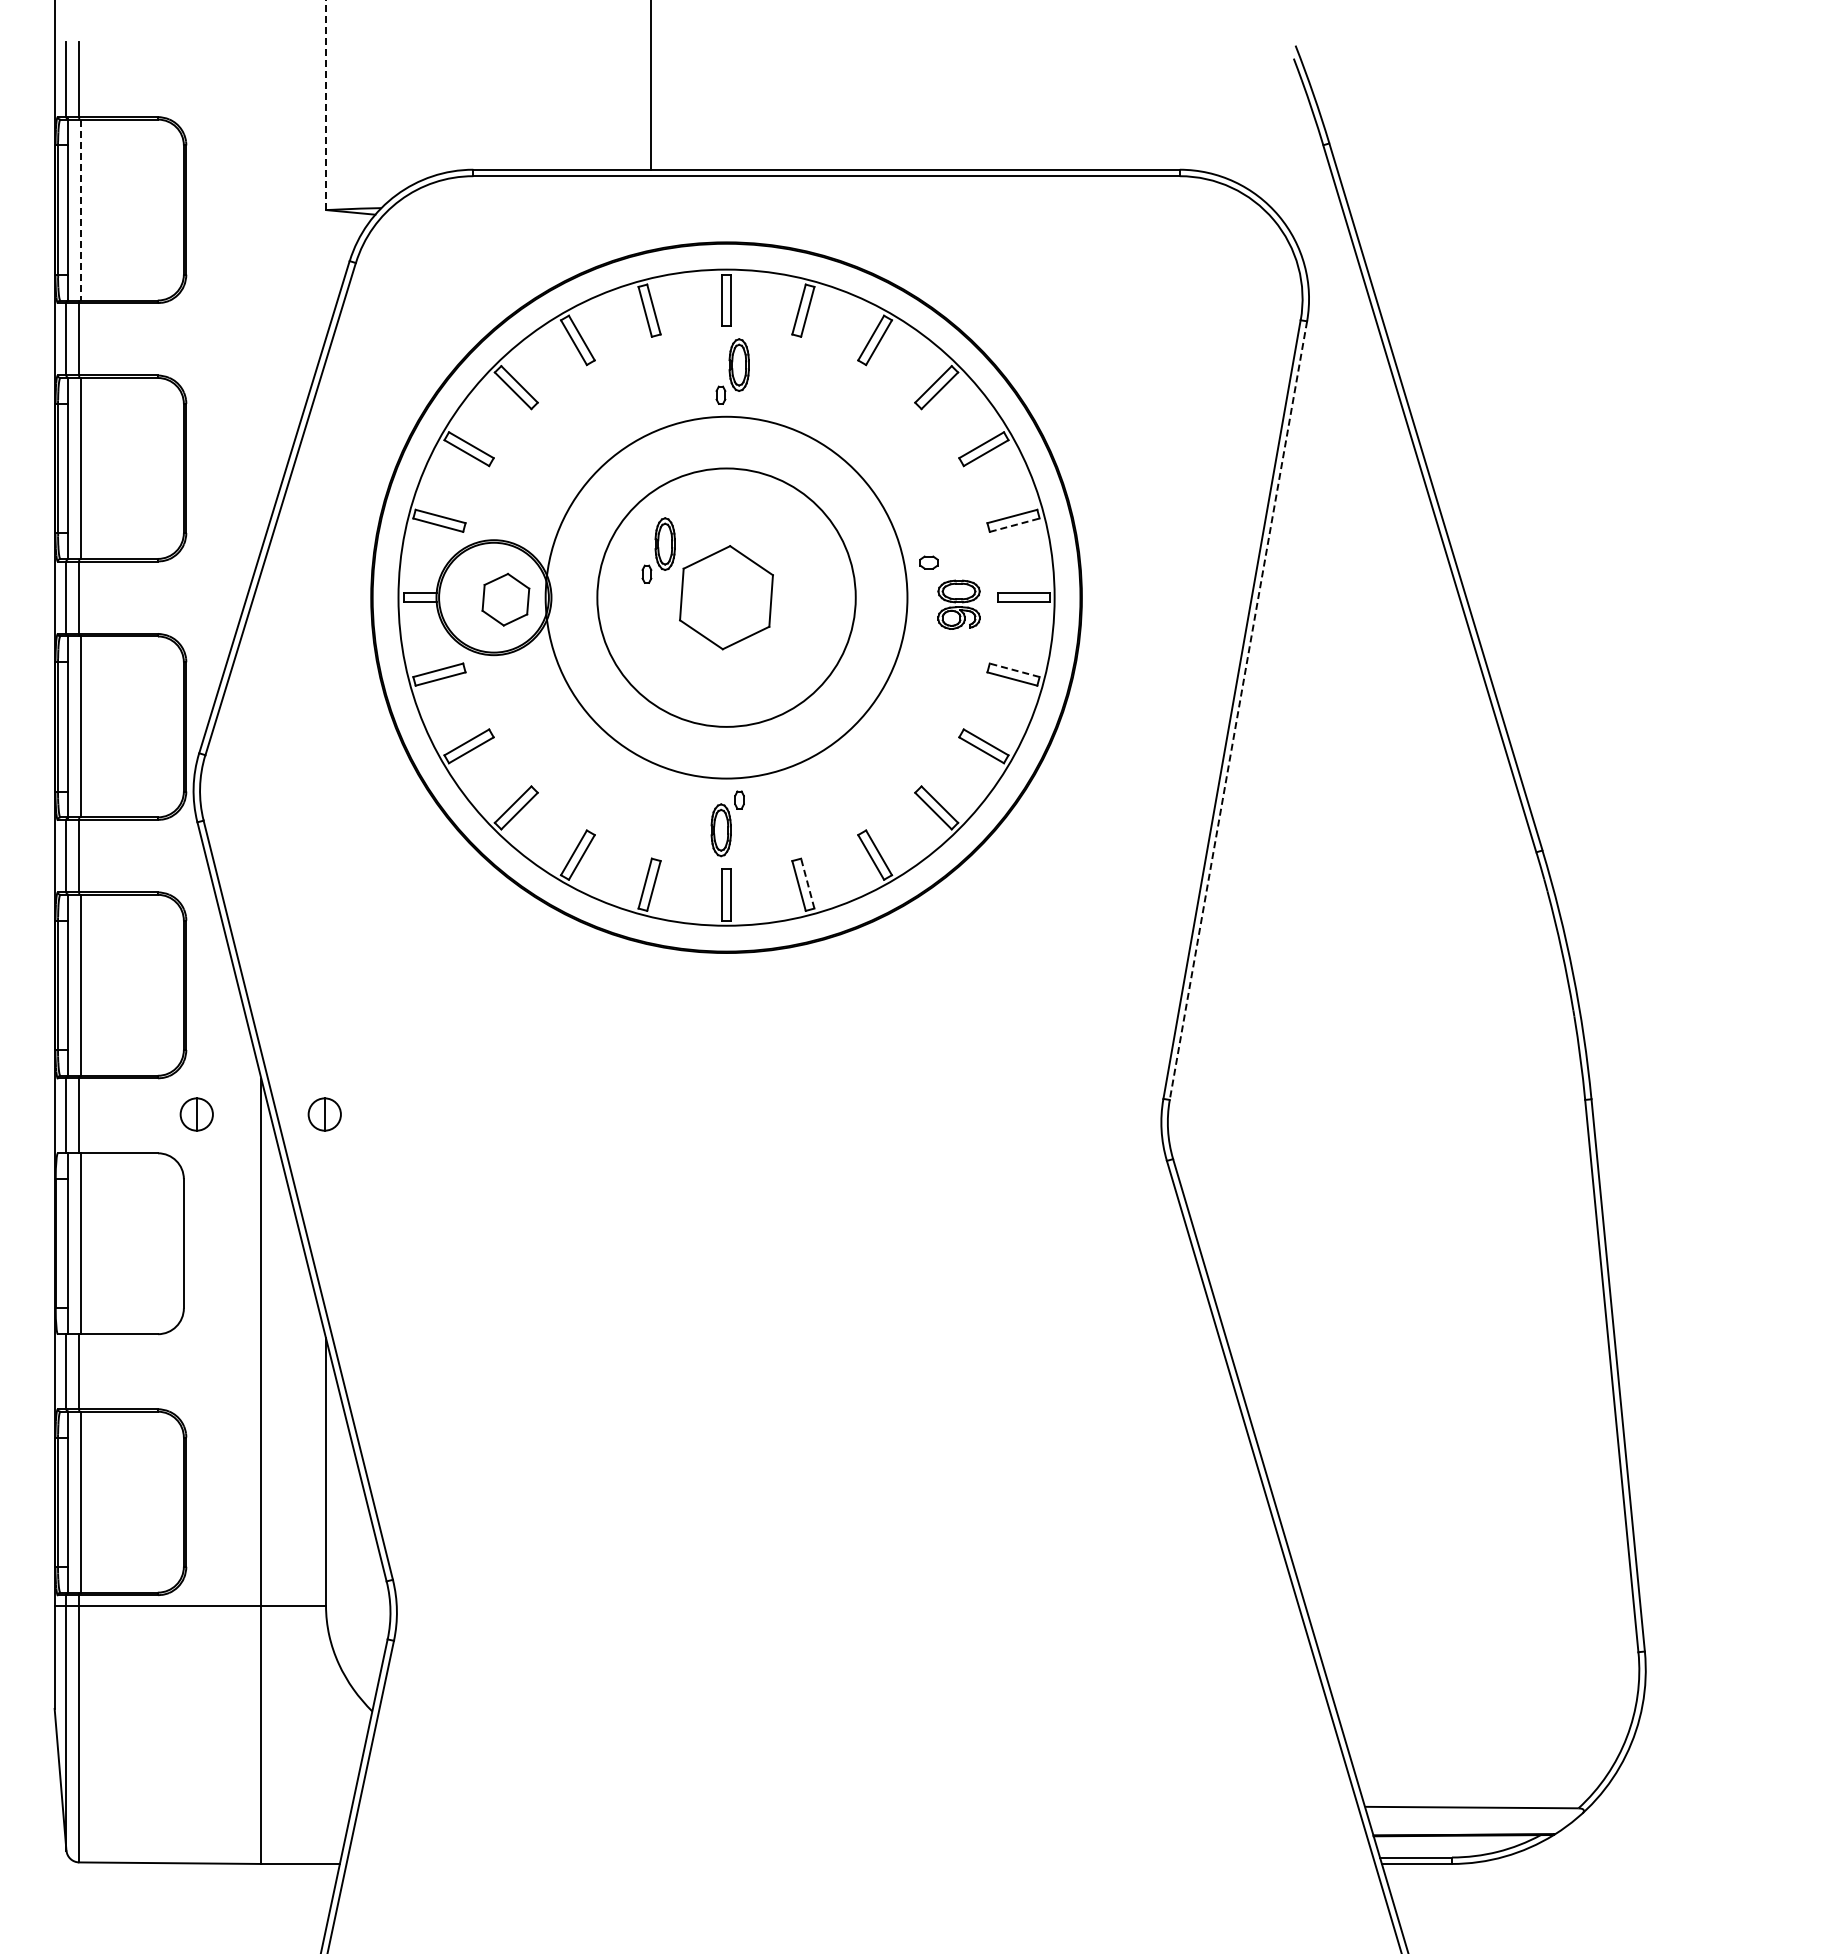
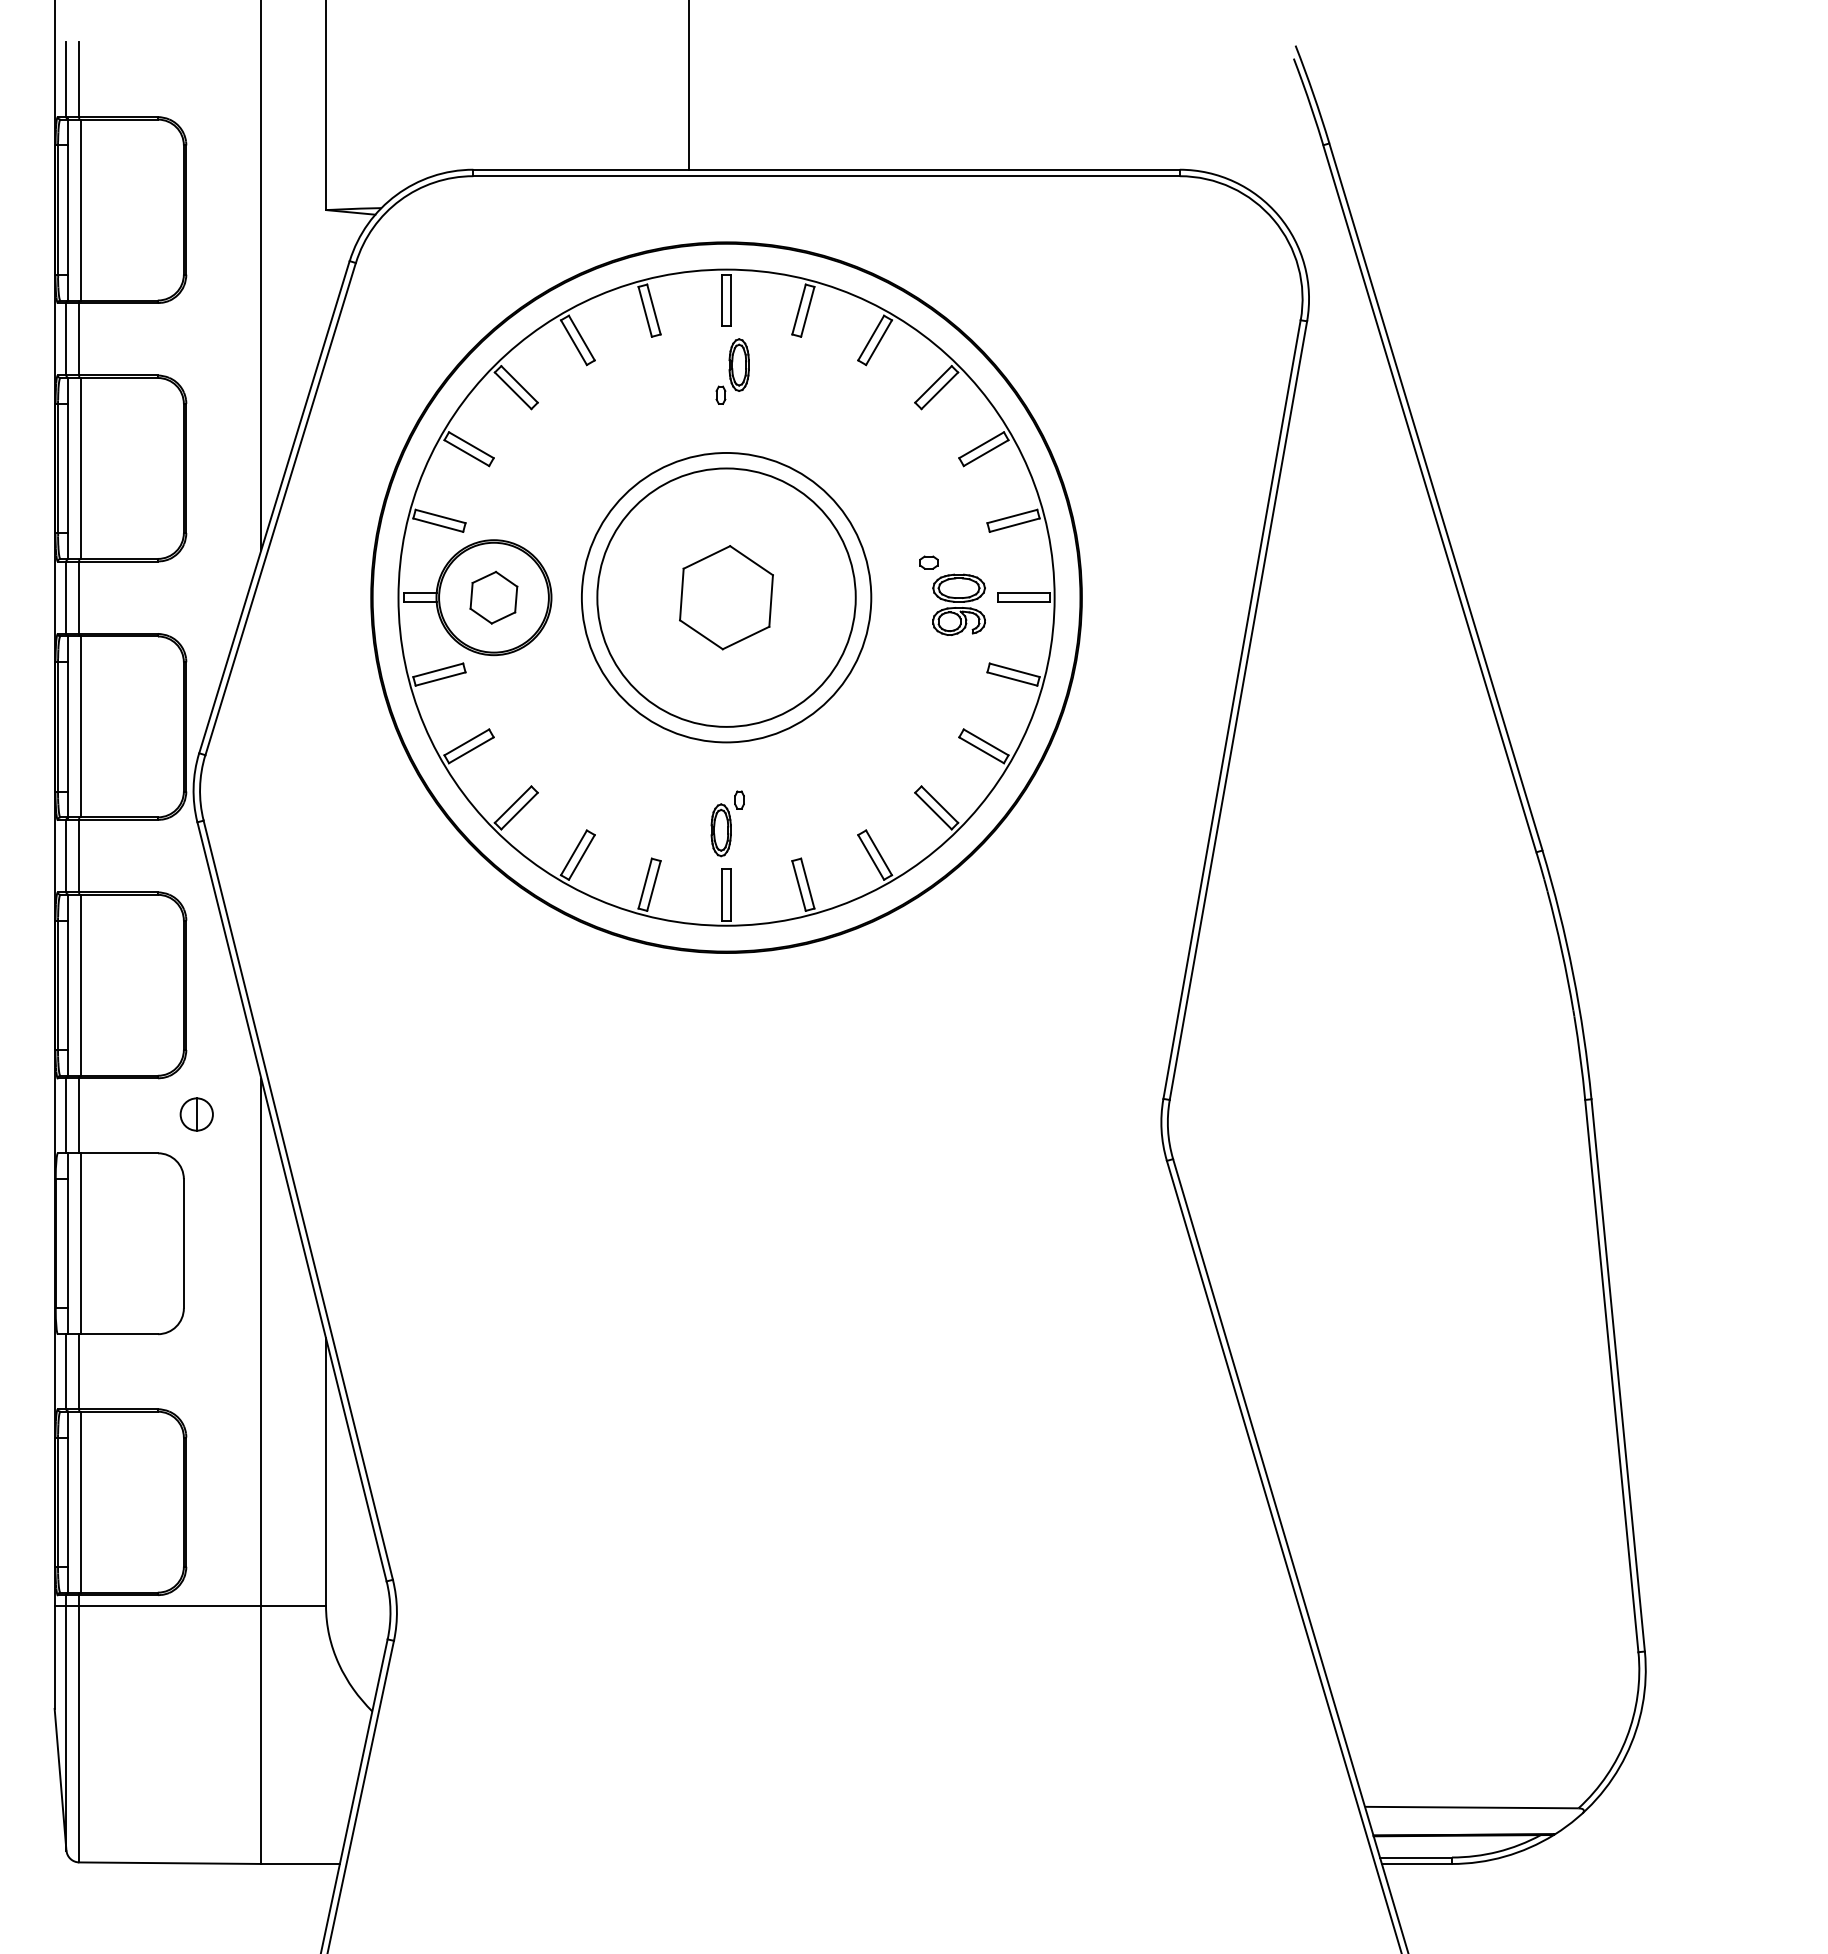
line at (651, 85) position: (651, 85) -> (689, 85)
line at (326, 105): dashed -> solid
line at (80, 210): dashed -> solid
line at (261, 276): none -> present
line at (1014, 525): dashed -> solid
part at (658, 550): present -> none
circle at (726, 597) diameter: 362 px -> 289 px
part at (505, 599) position: (505, 599) -> (493, 597)
part at (958, 604) size: 44x51 px -> 54x63 px
line at (1014, 670): dashed -> solid
line at (1238, 711): dashed -> solid
line at (807, 883): dashed -> solid
part at (324, 1114): present -> none
